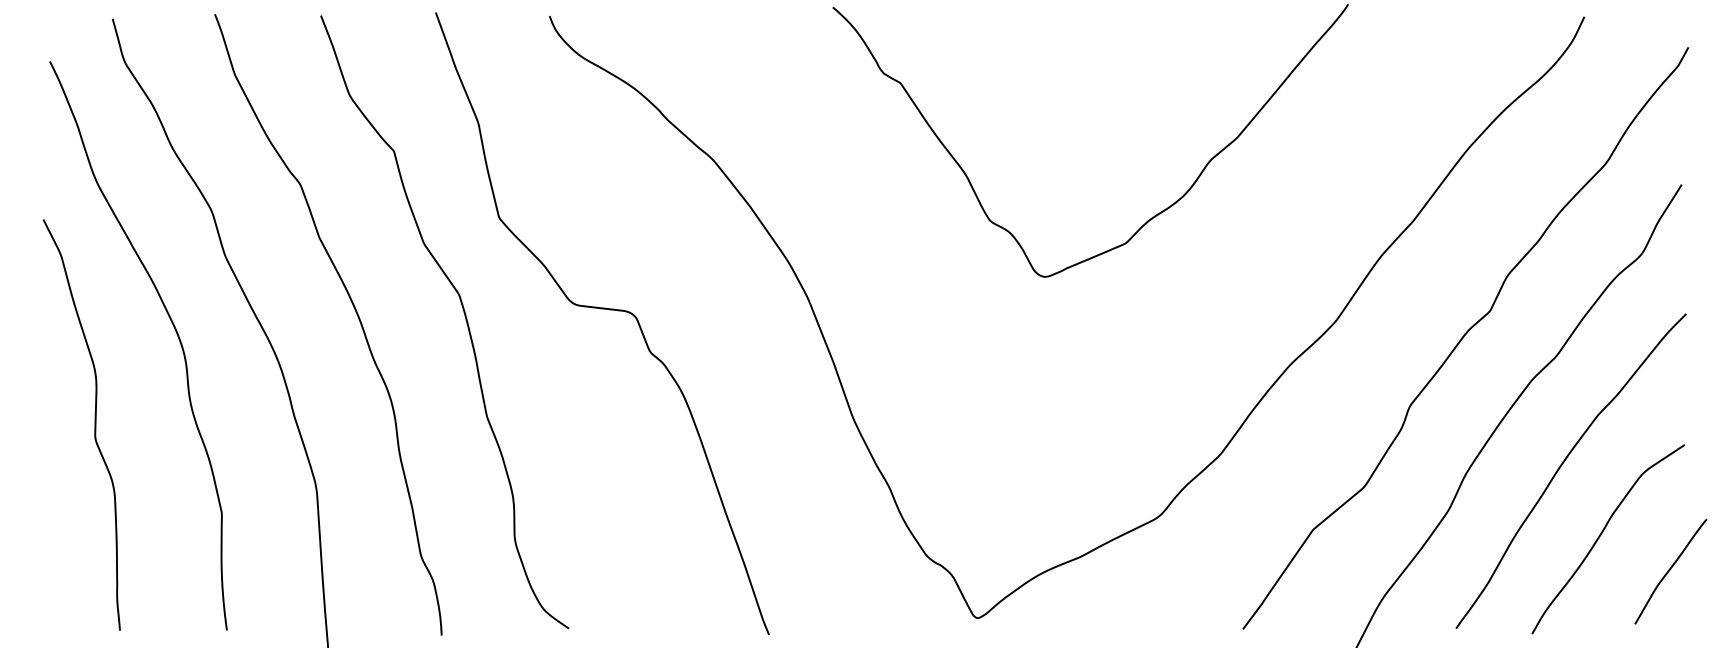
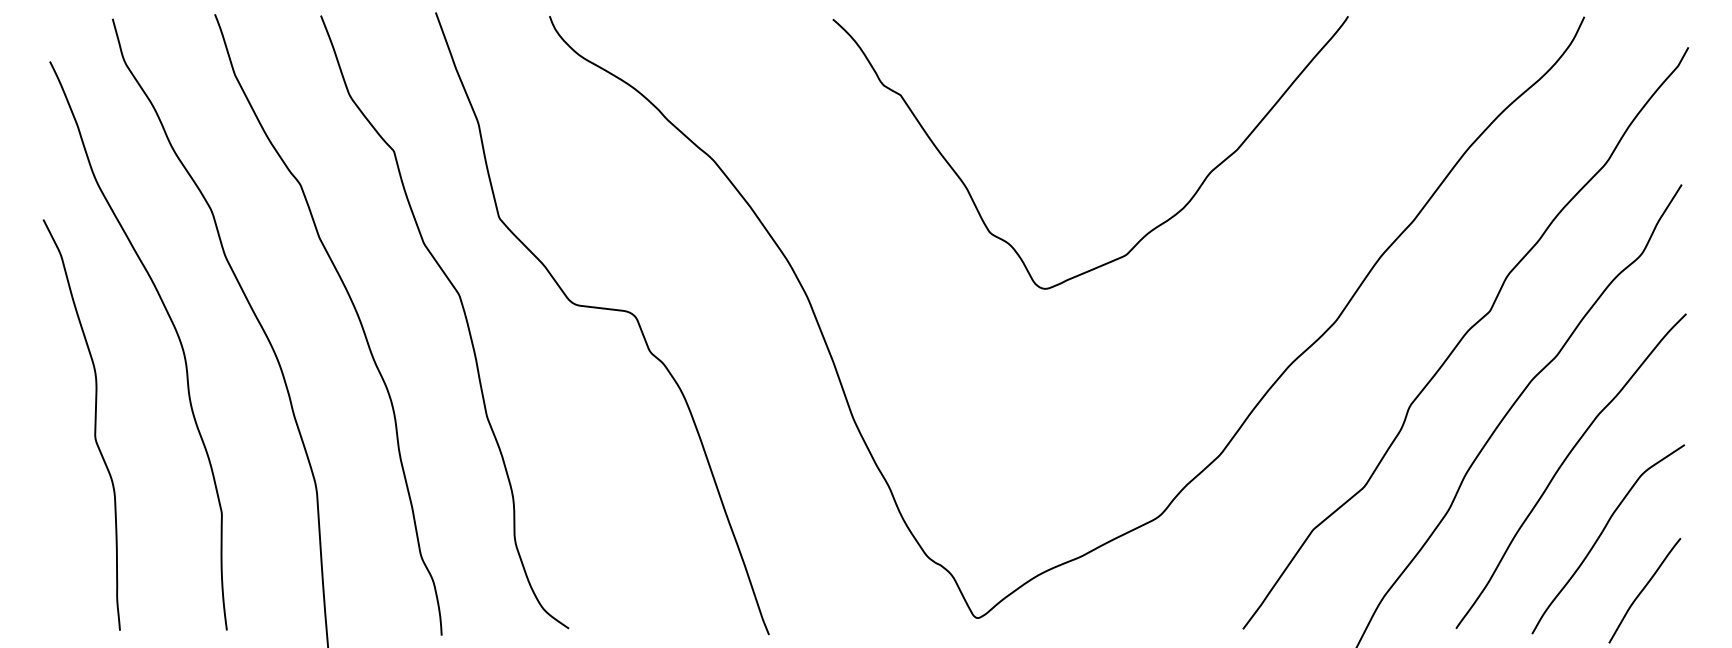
curve at (1147, 220) position: (1147, 220) -> (1147, 232)
curve at (1670, 570) position: (1670, 570) -> (1644, 589)
